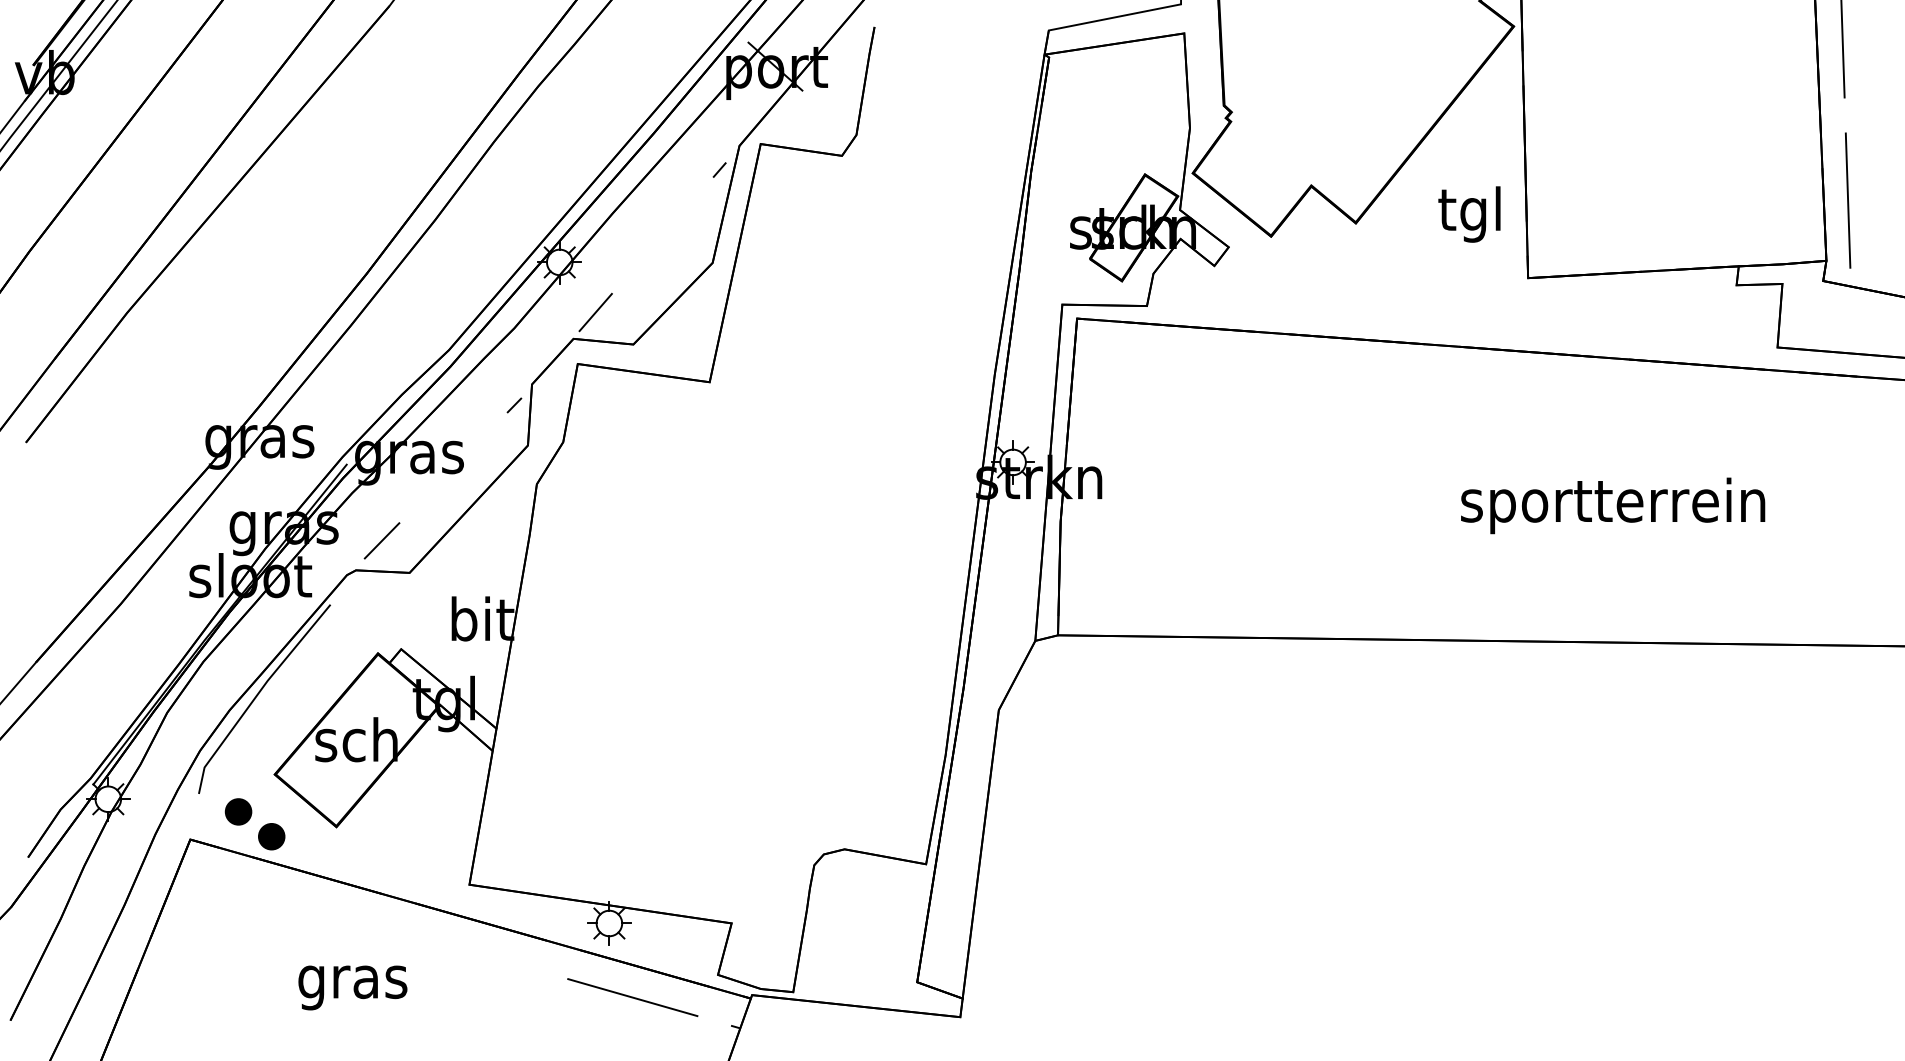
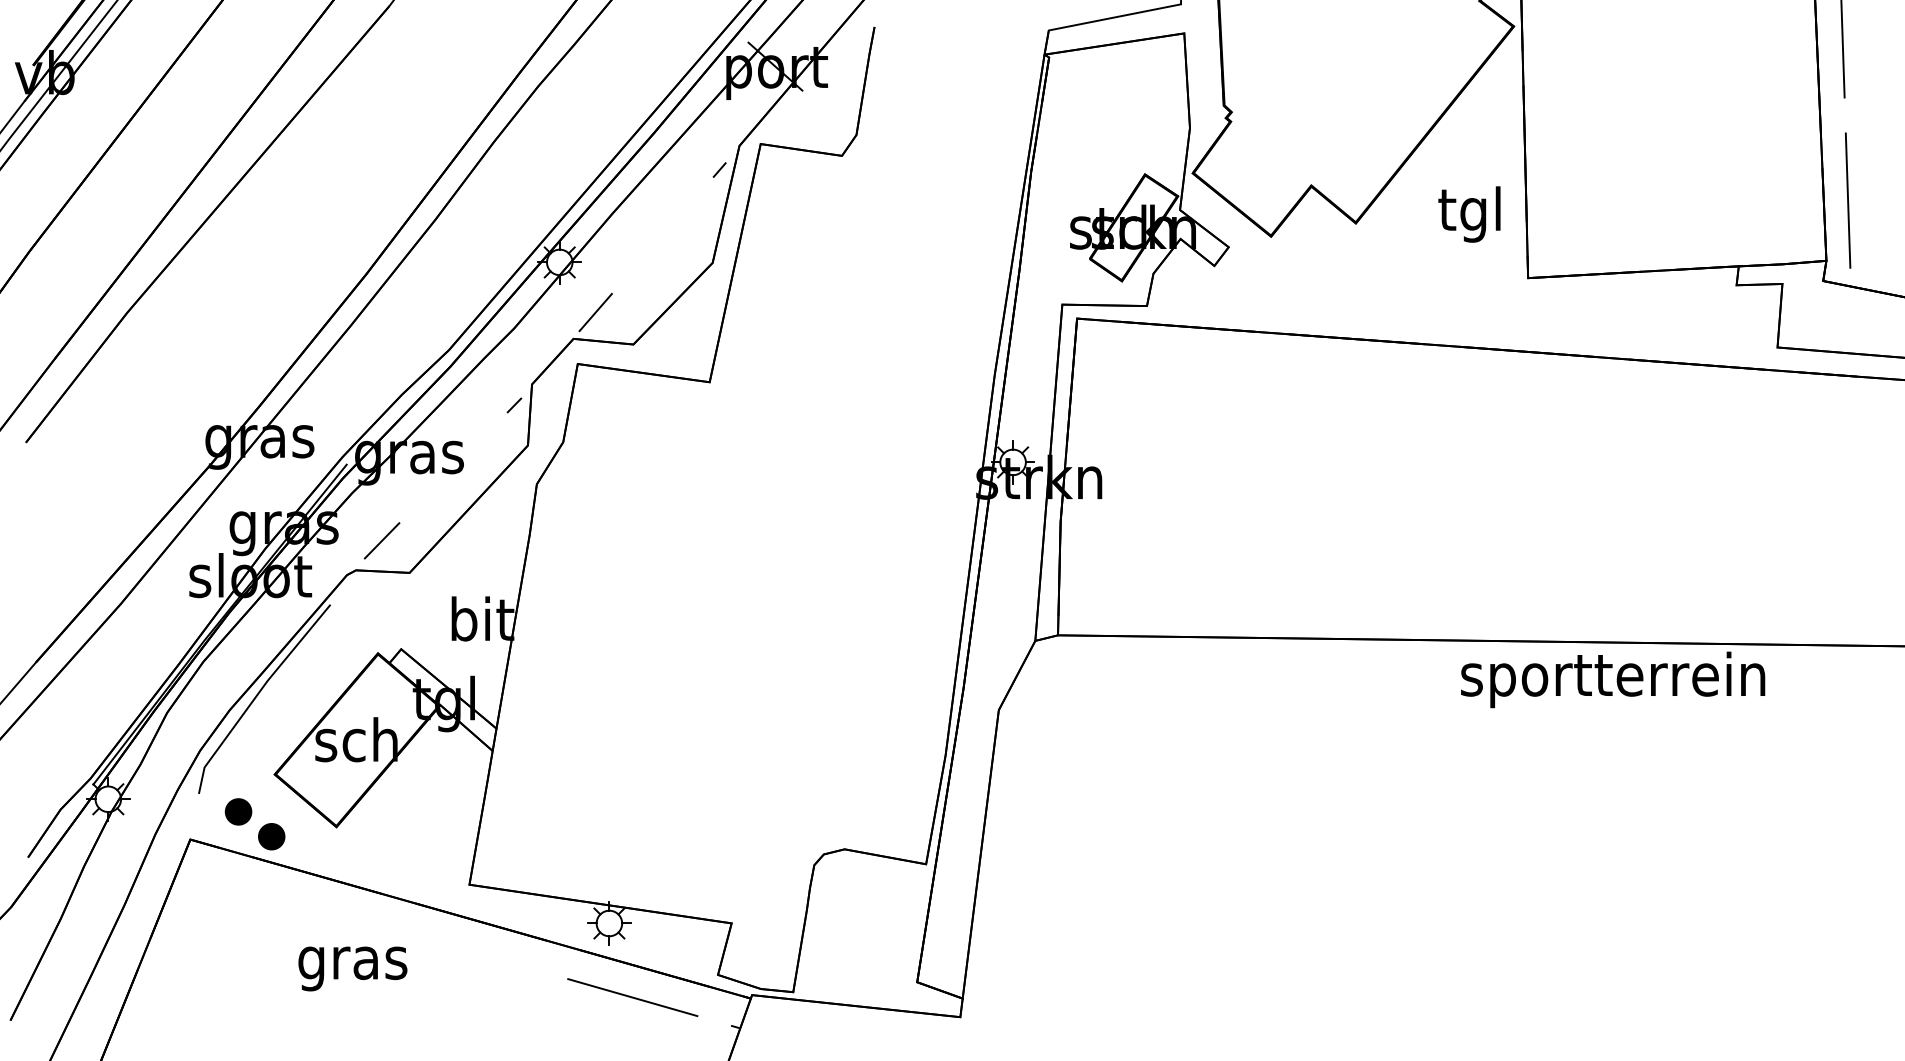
text at (1613, 505) position: (1613, 505) -> (1613, 679)
text at (352, 987) position: (352, 987) -> (352, 968)
